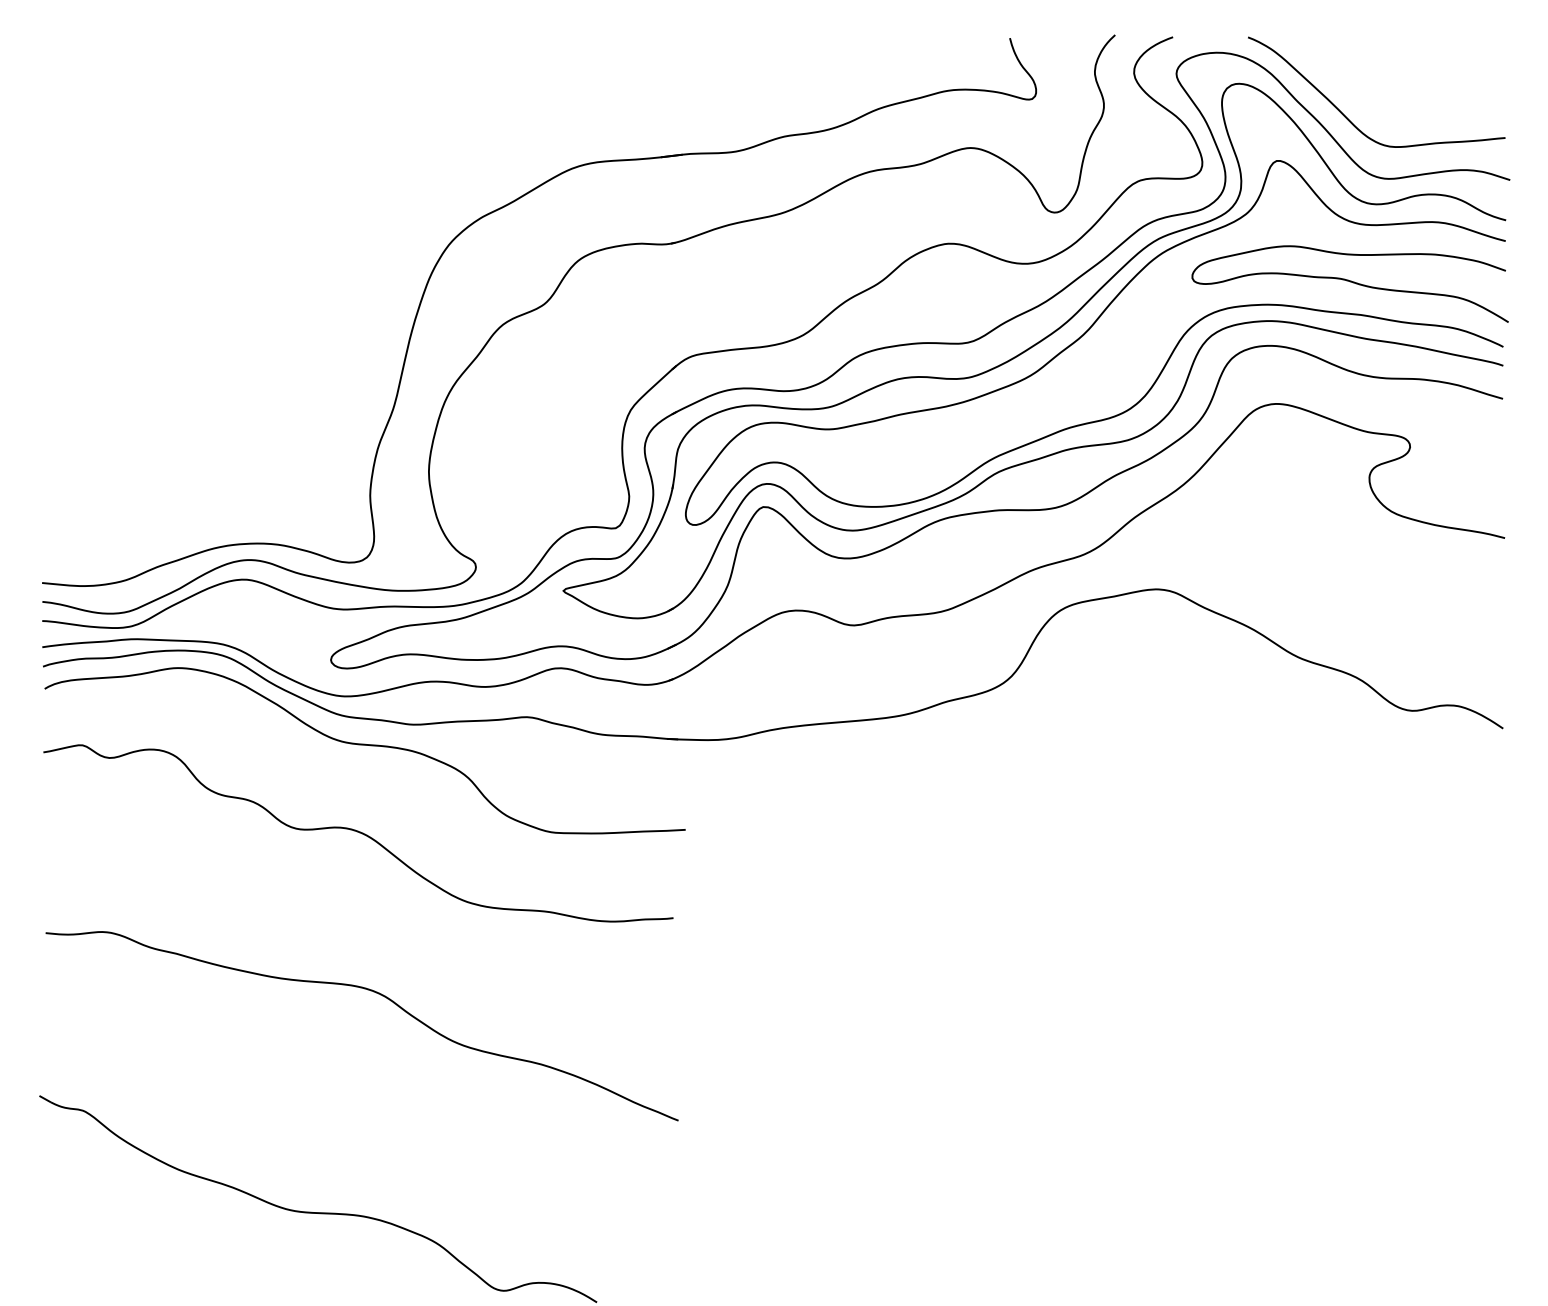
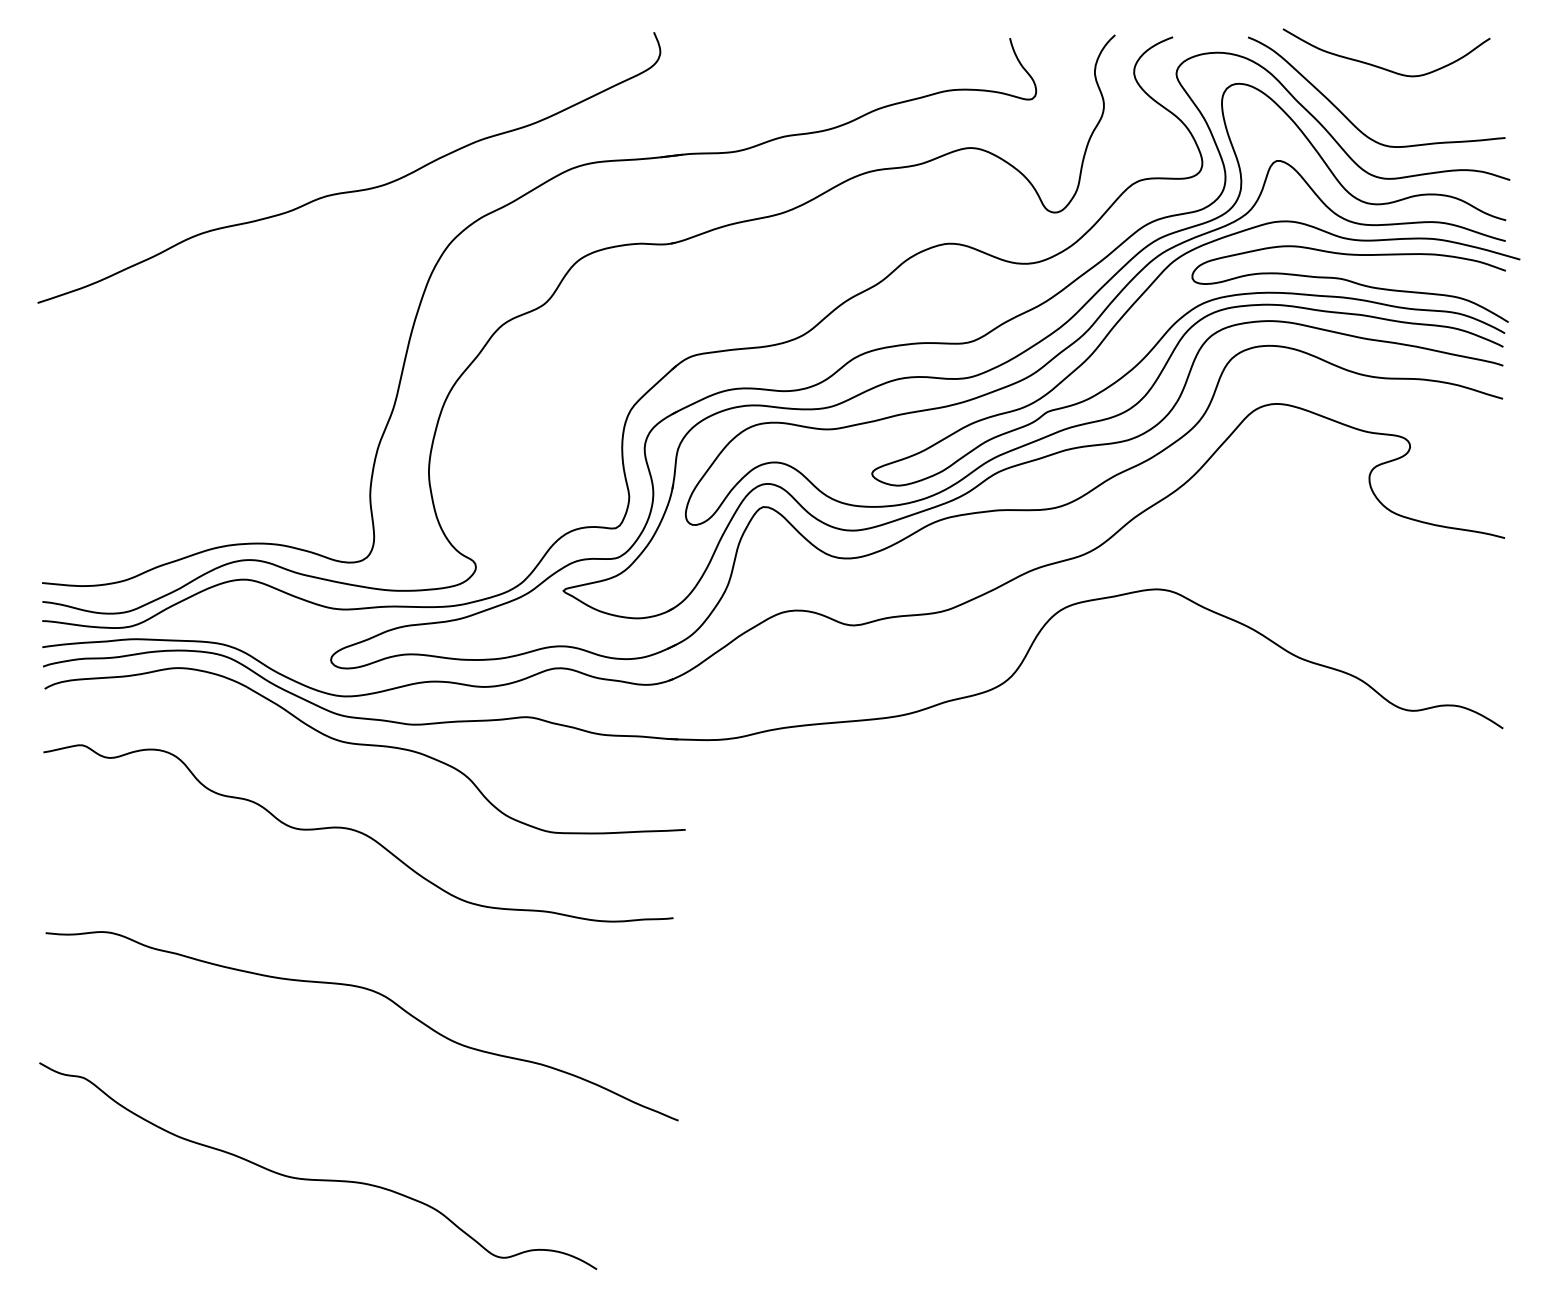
curve at (1380, 66): none -> present
curve at (351, 190): none -> present
curve at (1171, 328): none -> present
part at (318, 1212) position: (318, 1212) -> (318, 1179)
